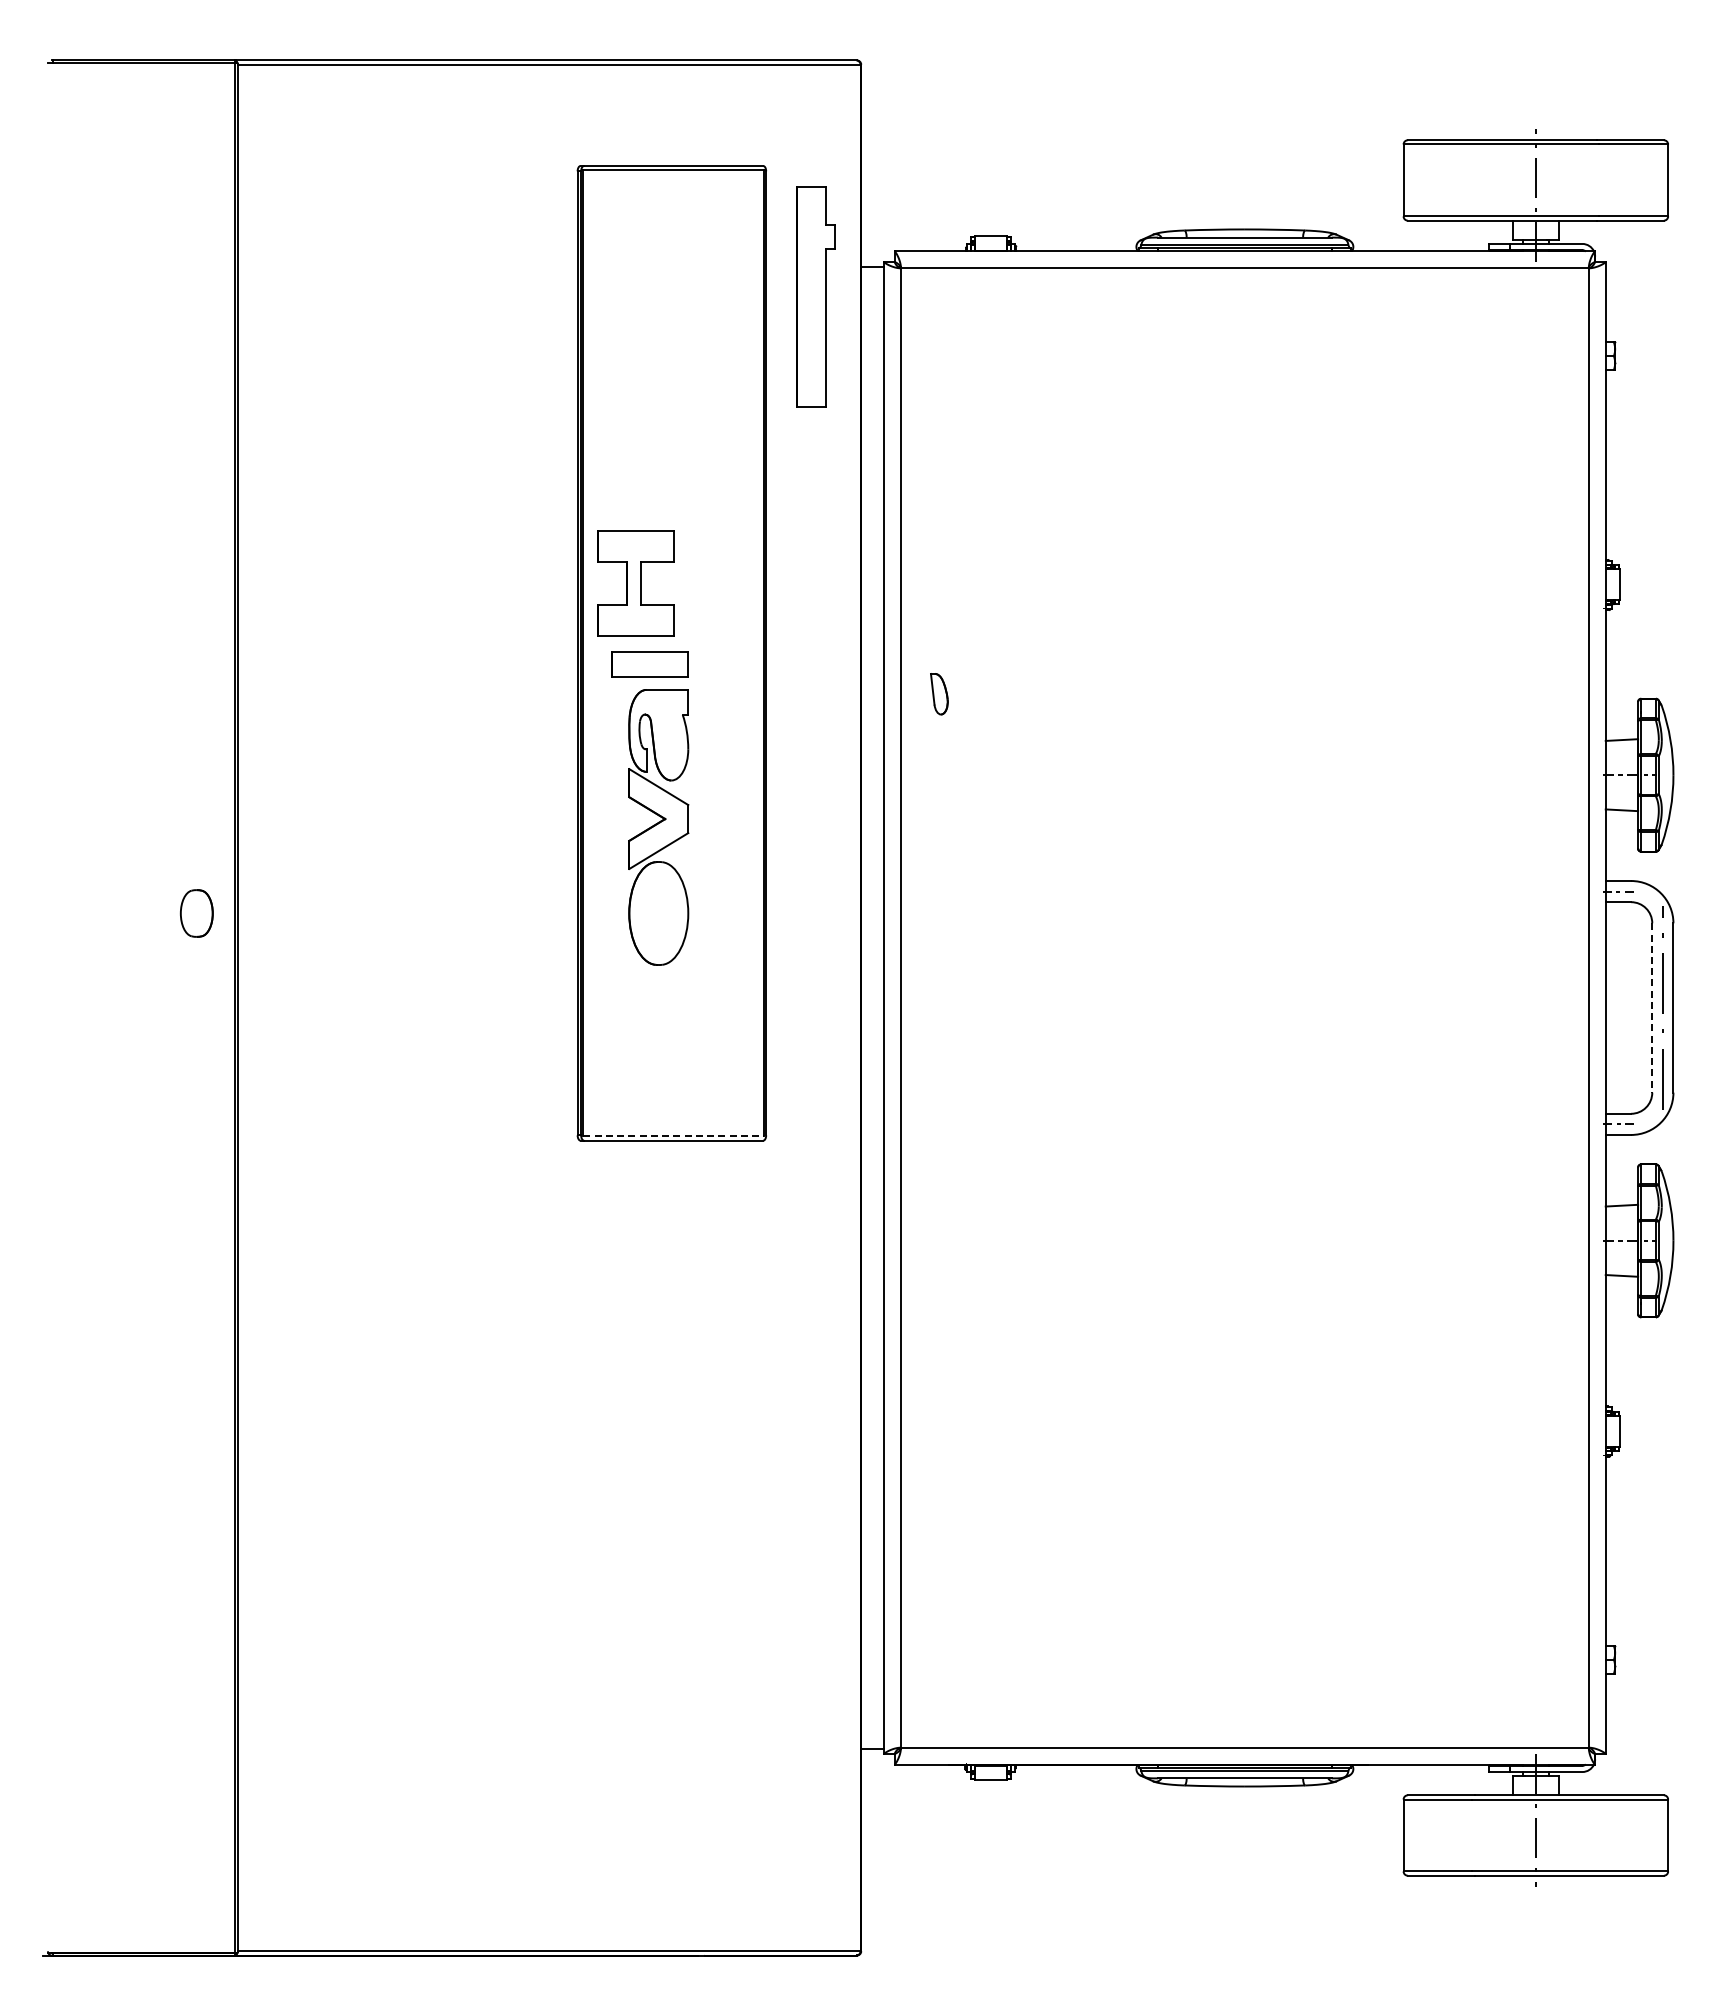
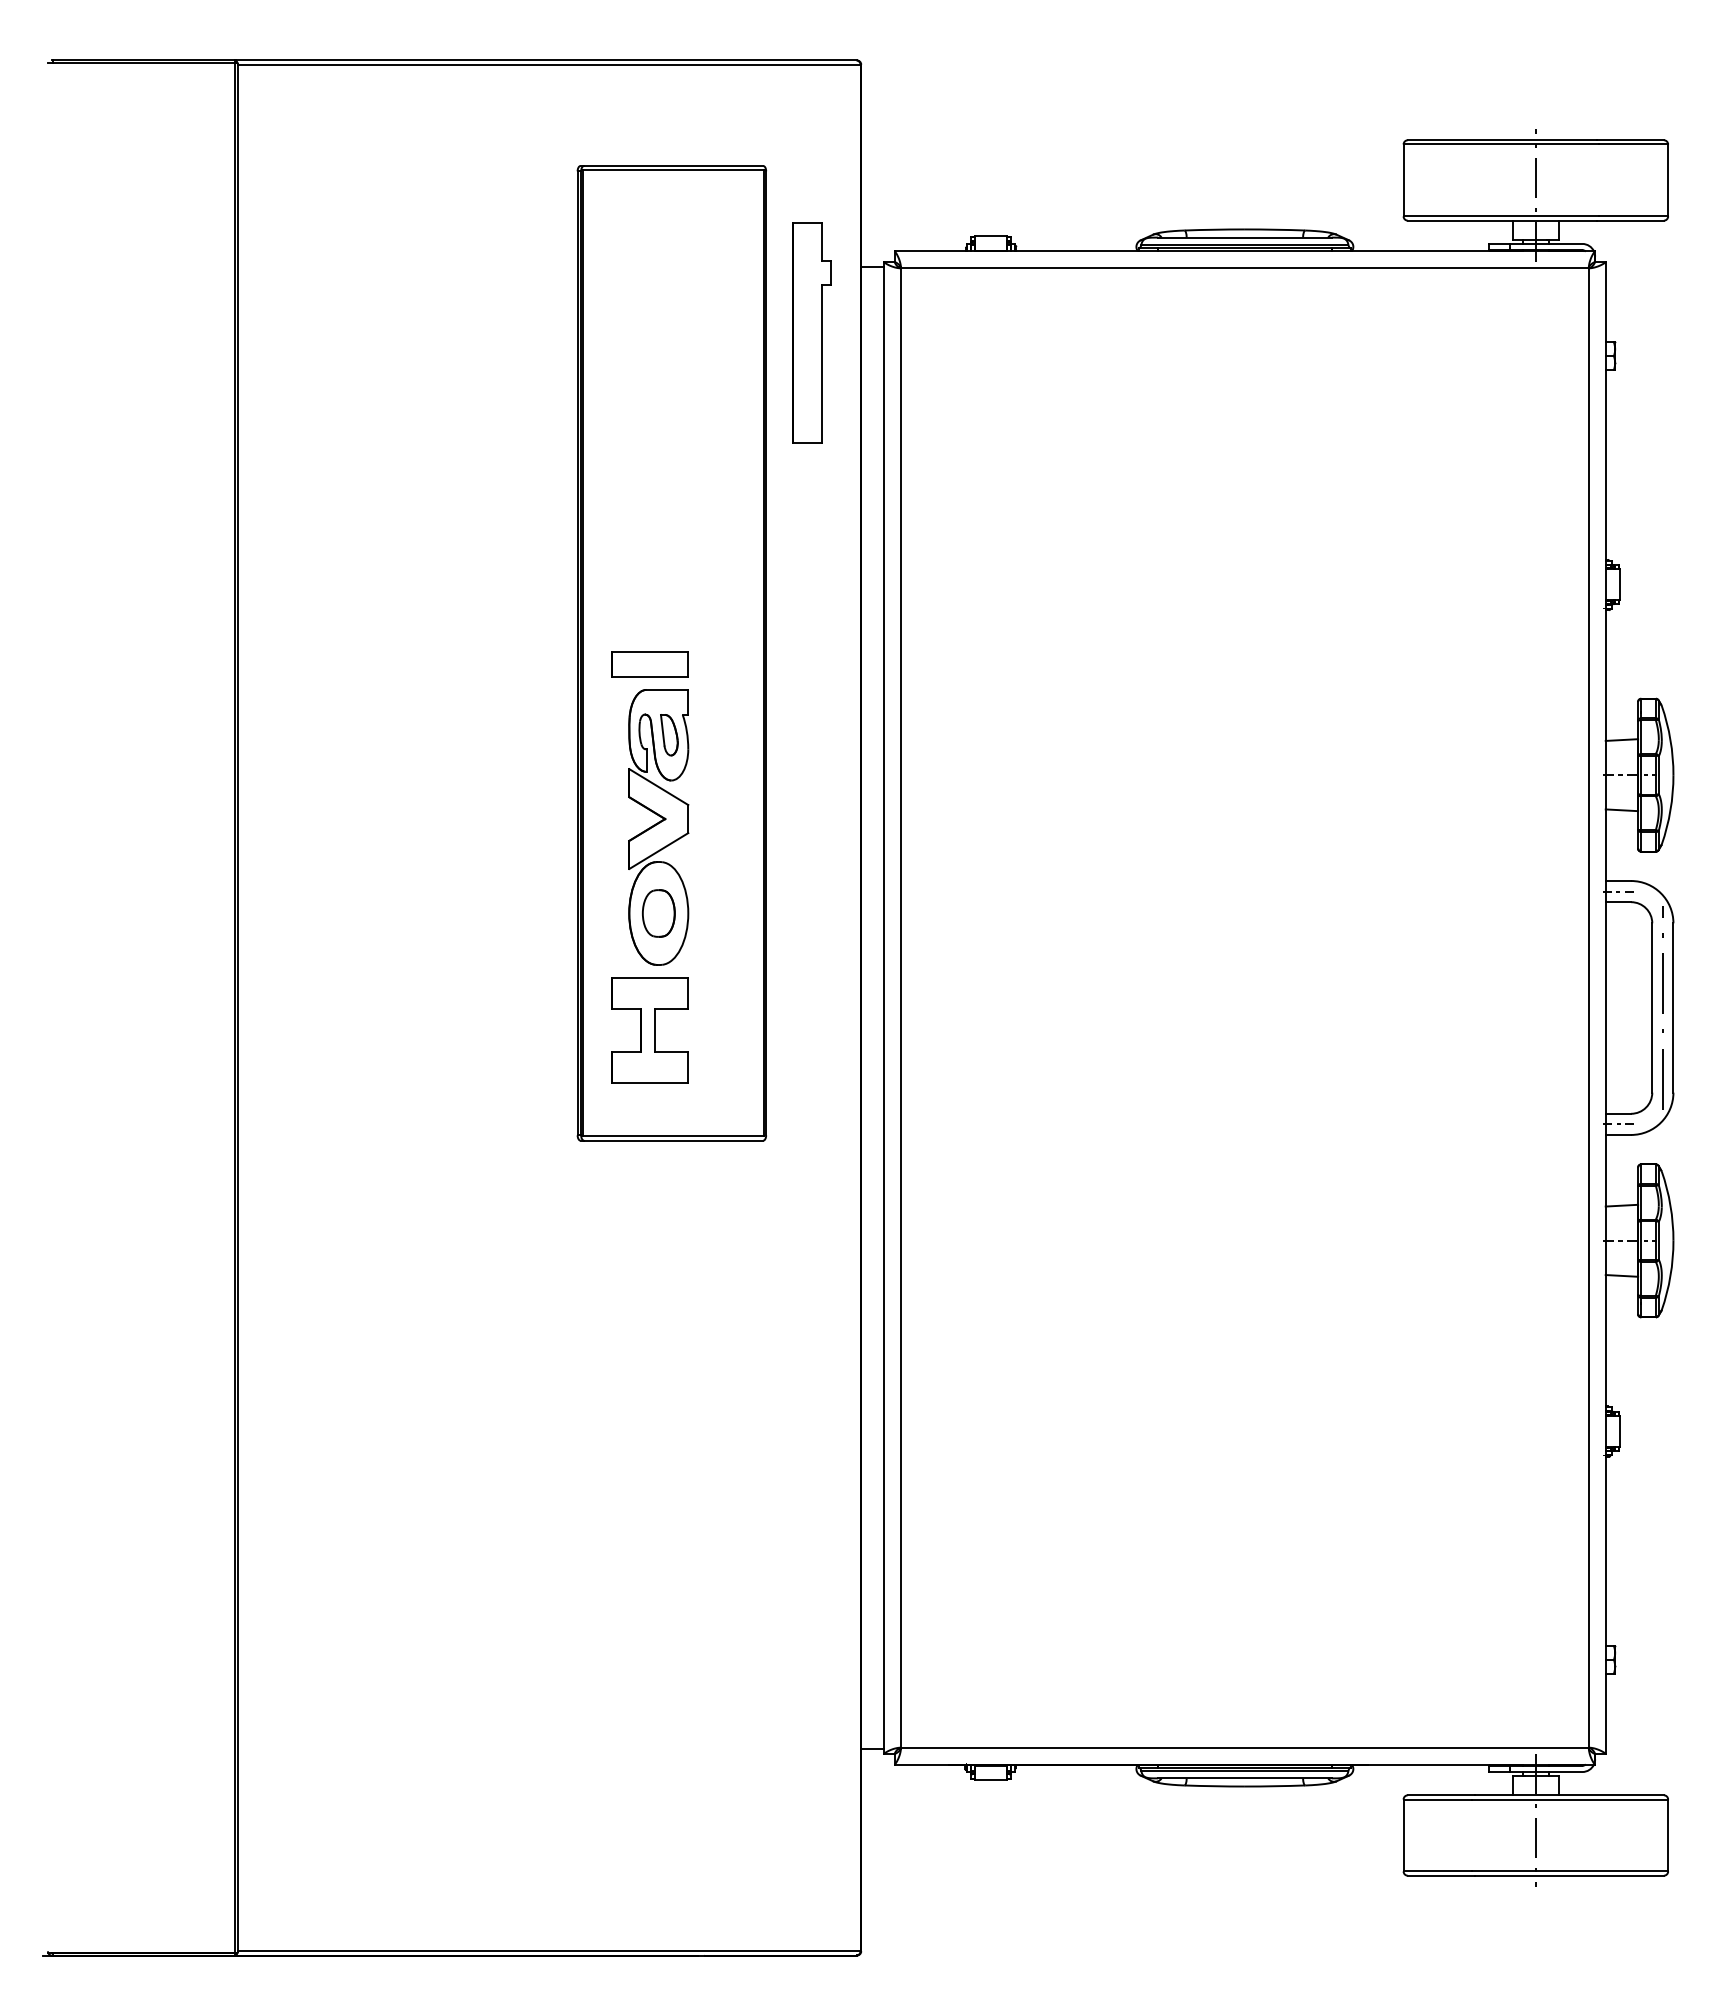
part at (815, 296) position: (815, 296) -> (811, 332)
part at (635, 583) position: (635, 583) -> (649, 1030)
part at (939, 694) position: (939, 694) -> (669, 735)
part at (196, 913) position: (196, 913) -> (658, 913)
line at (1652, 1007): dashed -> solid
line at (674, 1136): dashed -> solid
